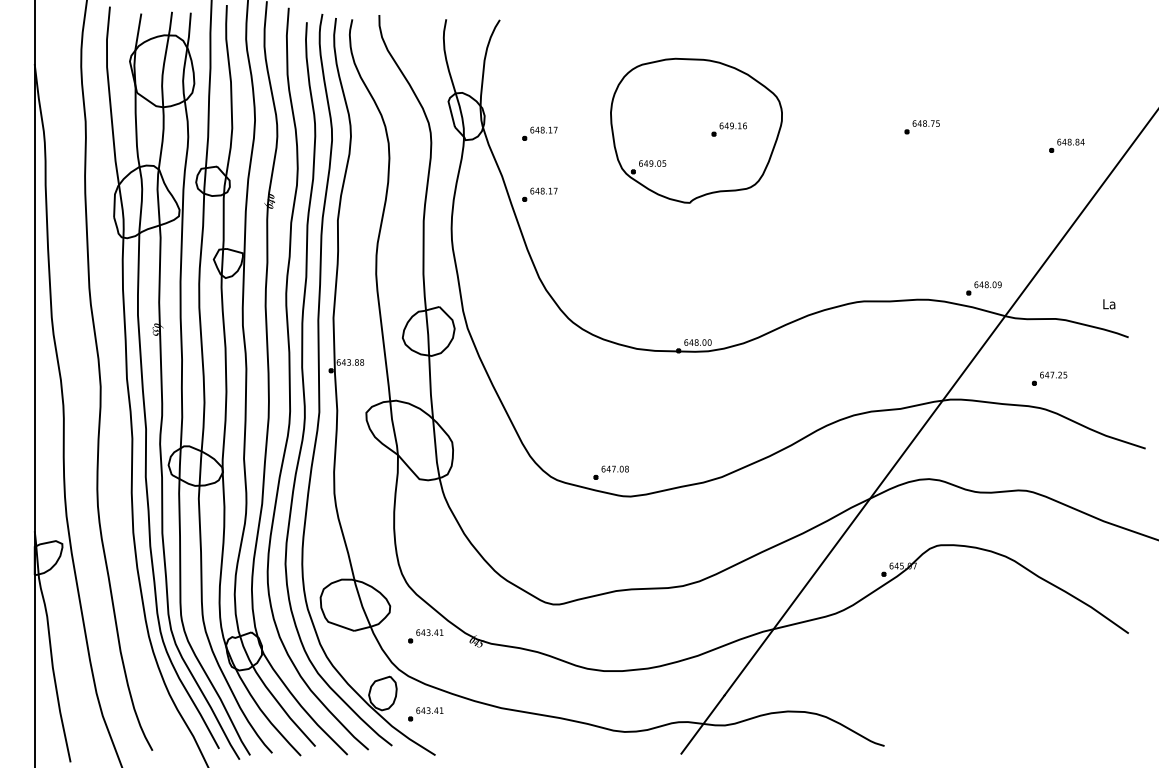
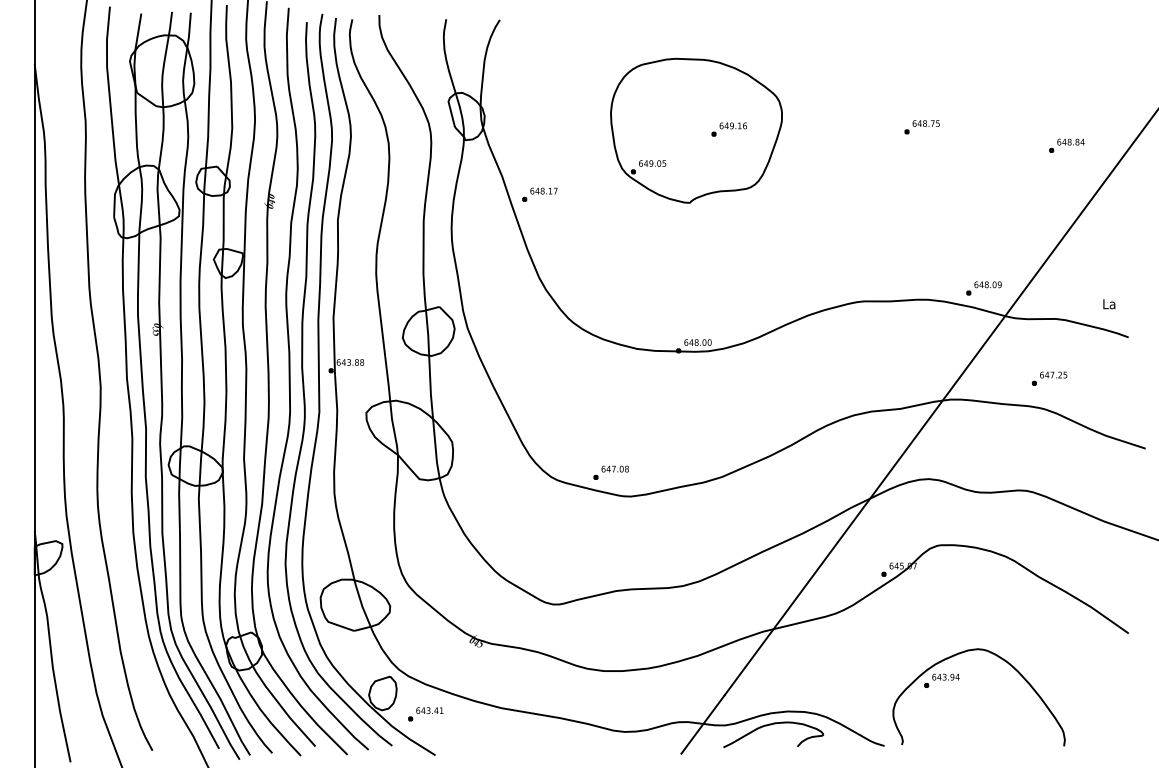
part at (539, 133): present -> none
part at (425, 636): present -> none
part at (958, 680): none -> present
curve at (771, 725): none -> present
